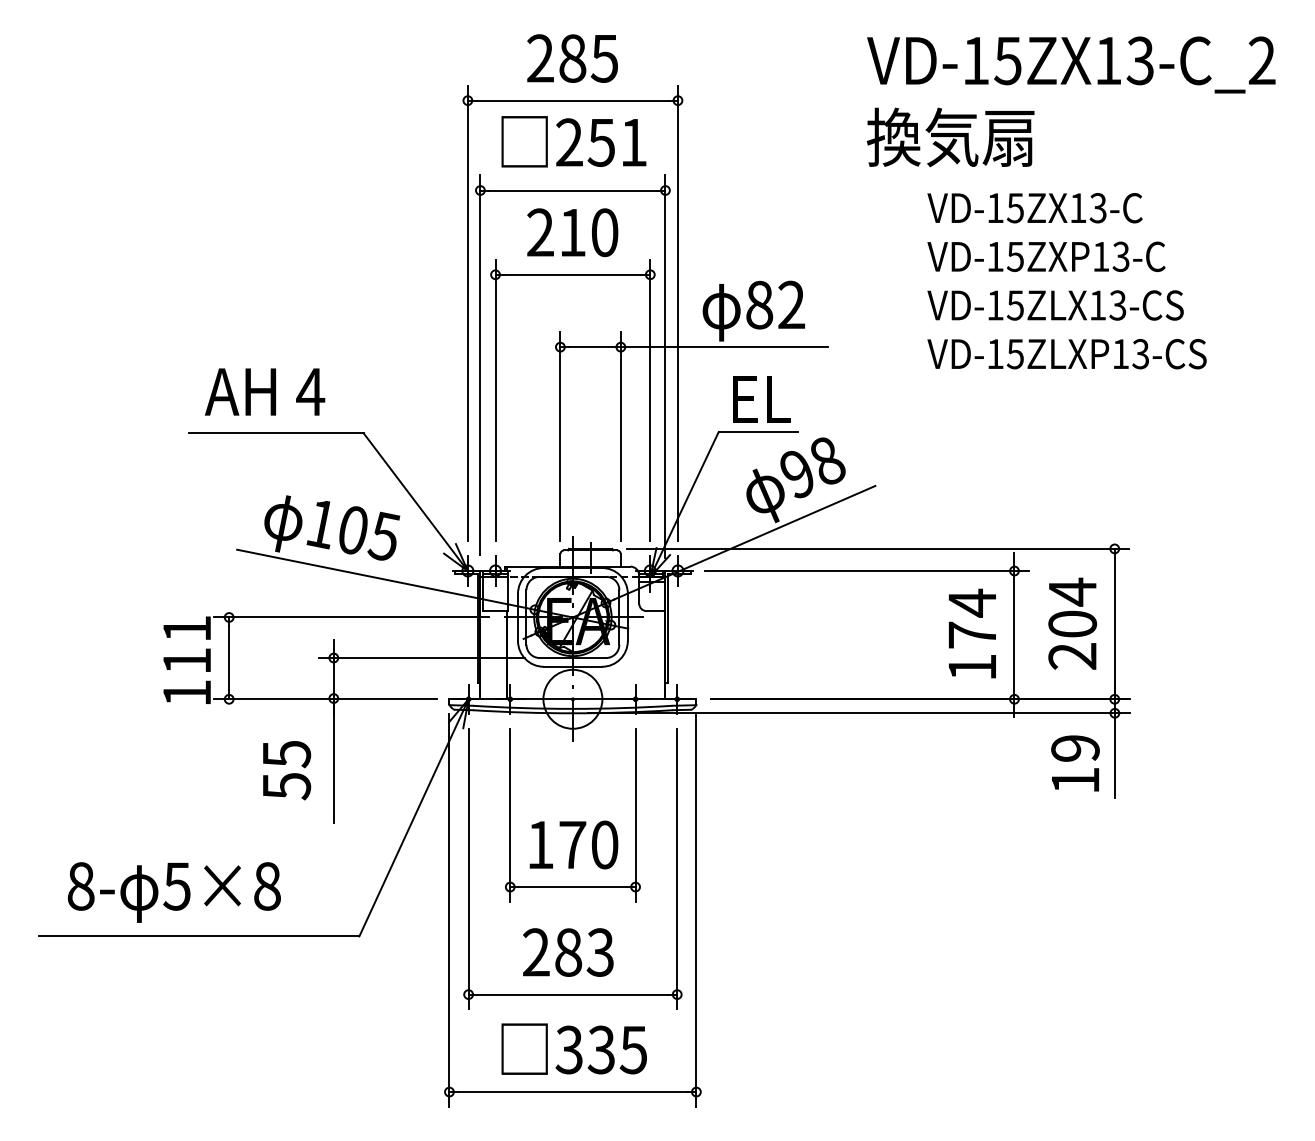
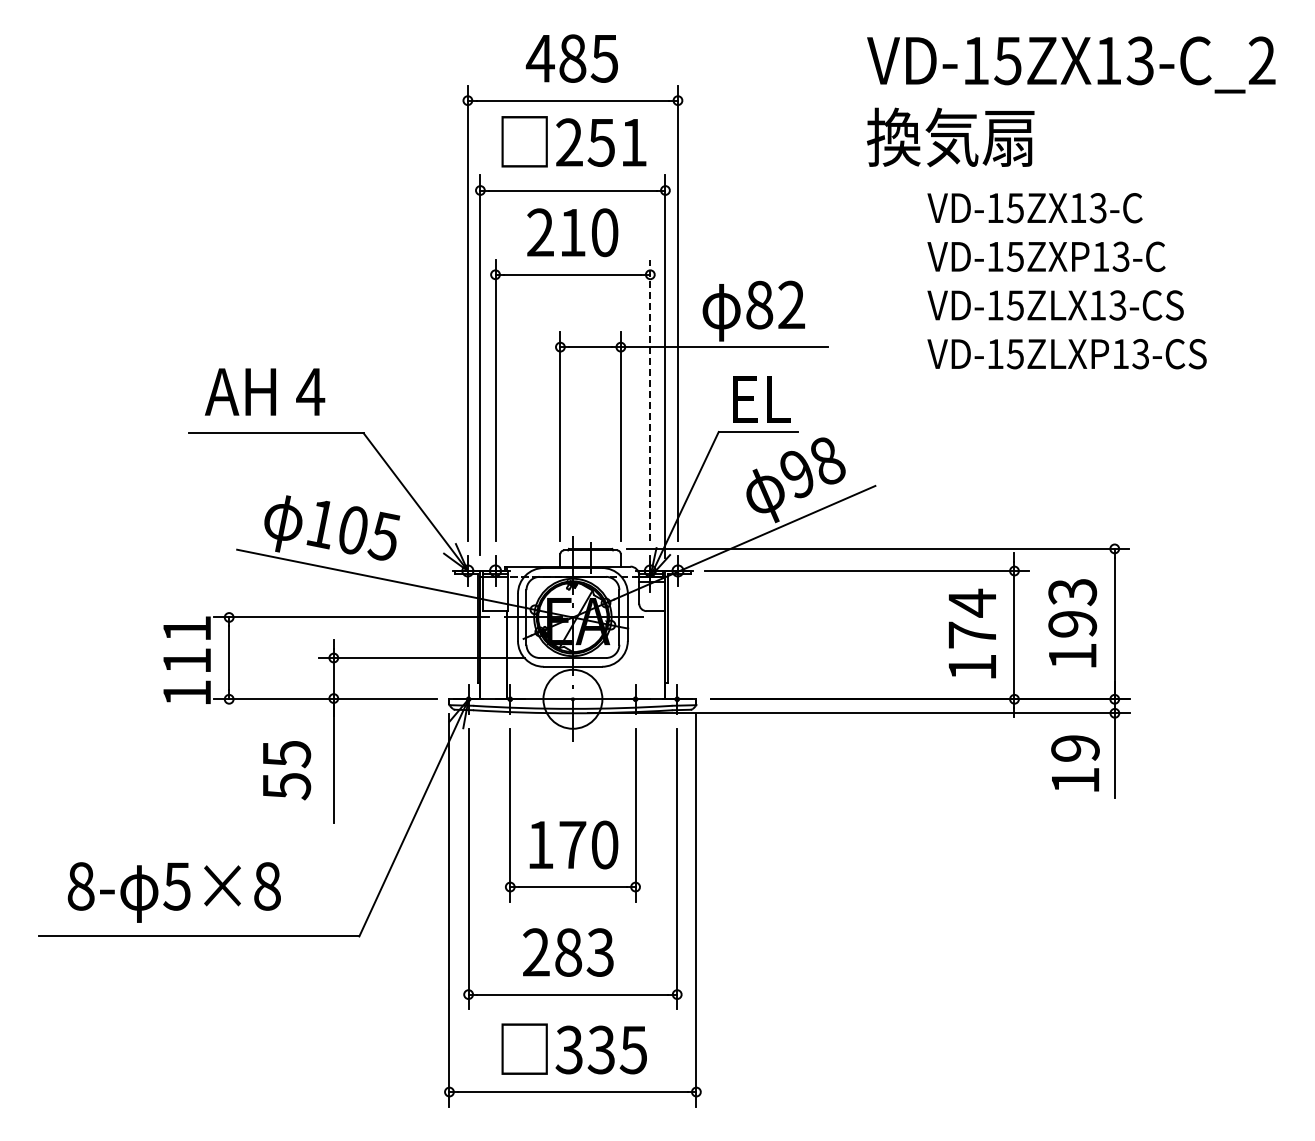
text at (539, 58): 285 -> 485
line at (650, 400): solid -> dashed
text at (1072, 623): 204 -> 193
